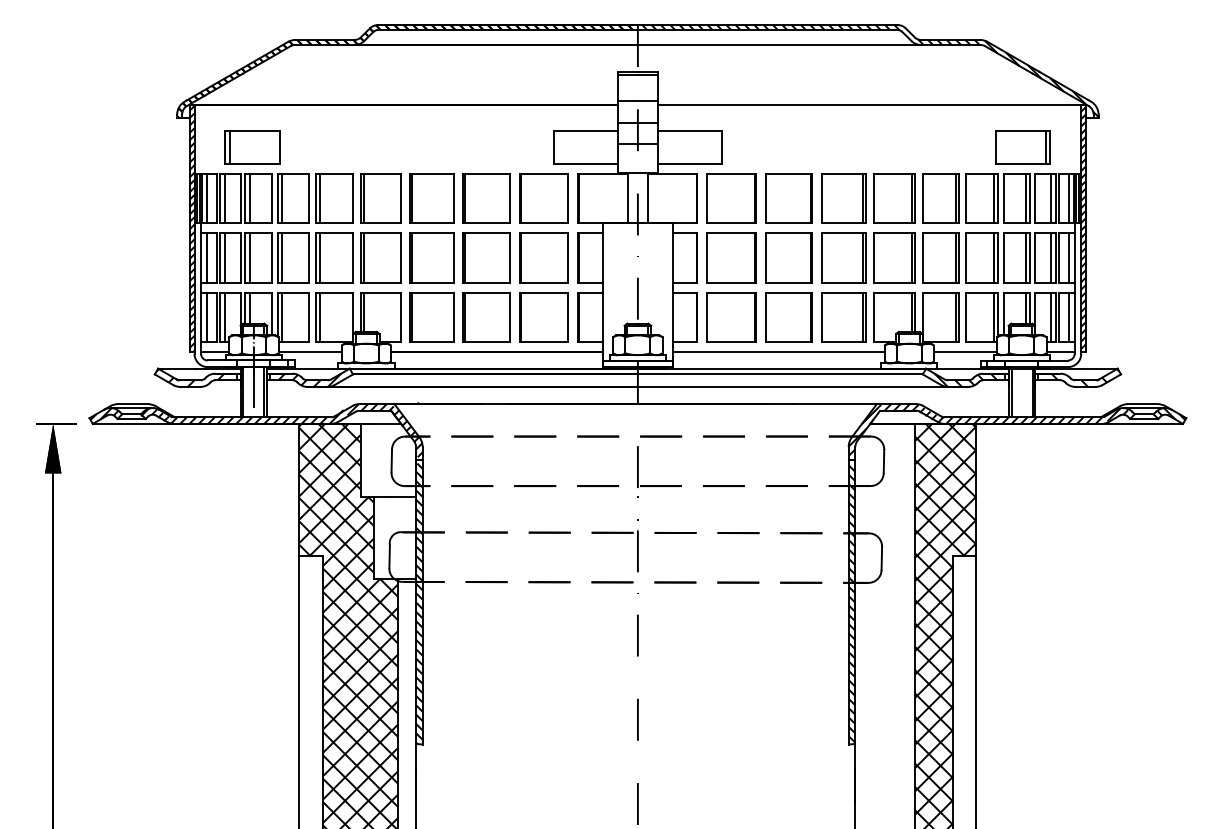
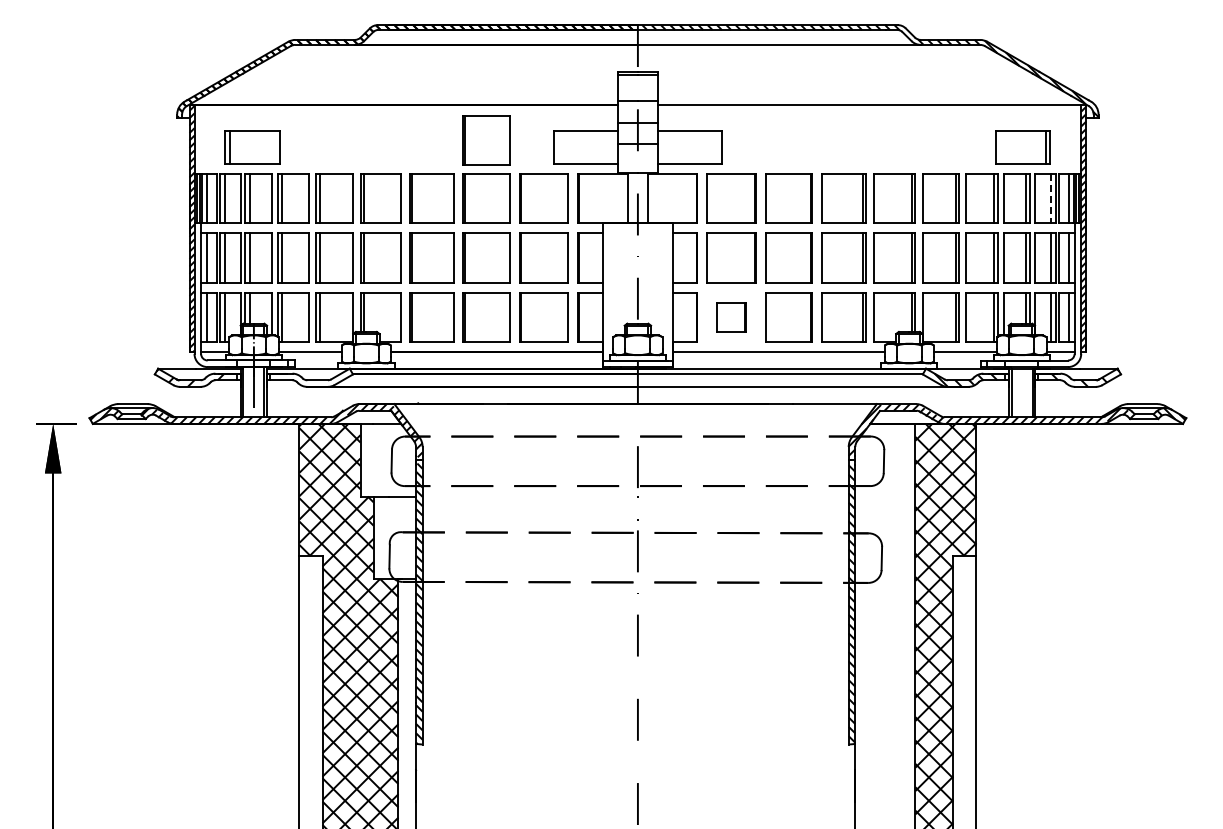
part at (486, 140): none -> present
line at (1051, 198): solid -> dashed
part at (731, 317) size: 51x51 px -> 31x31 px
hatch at (305, 379): present -> none
